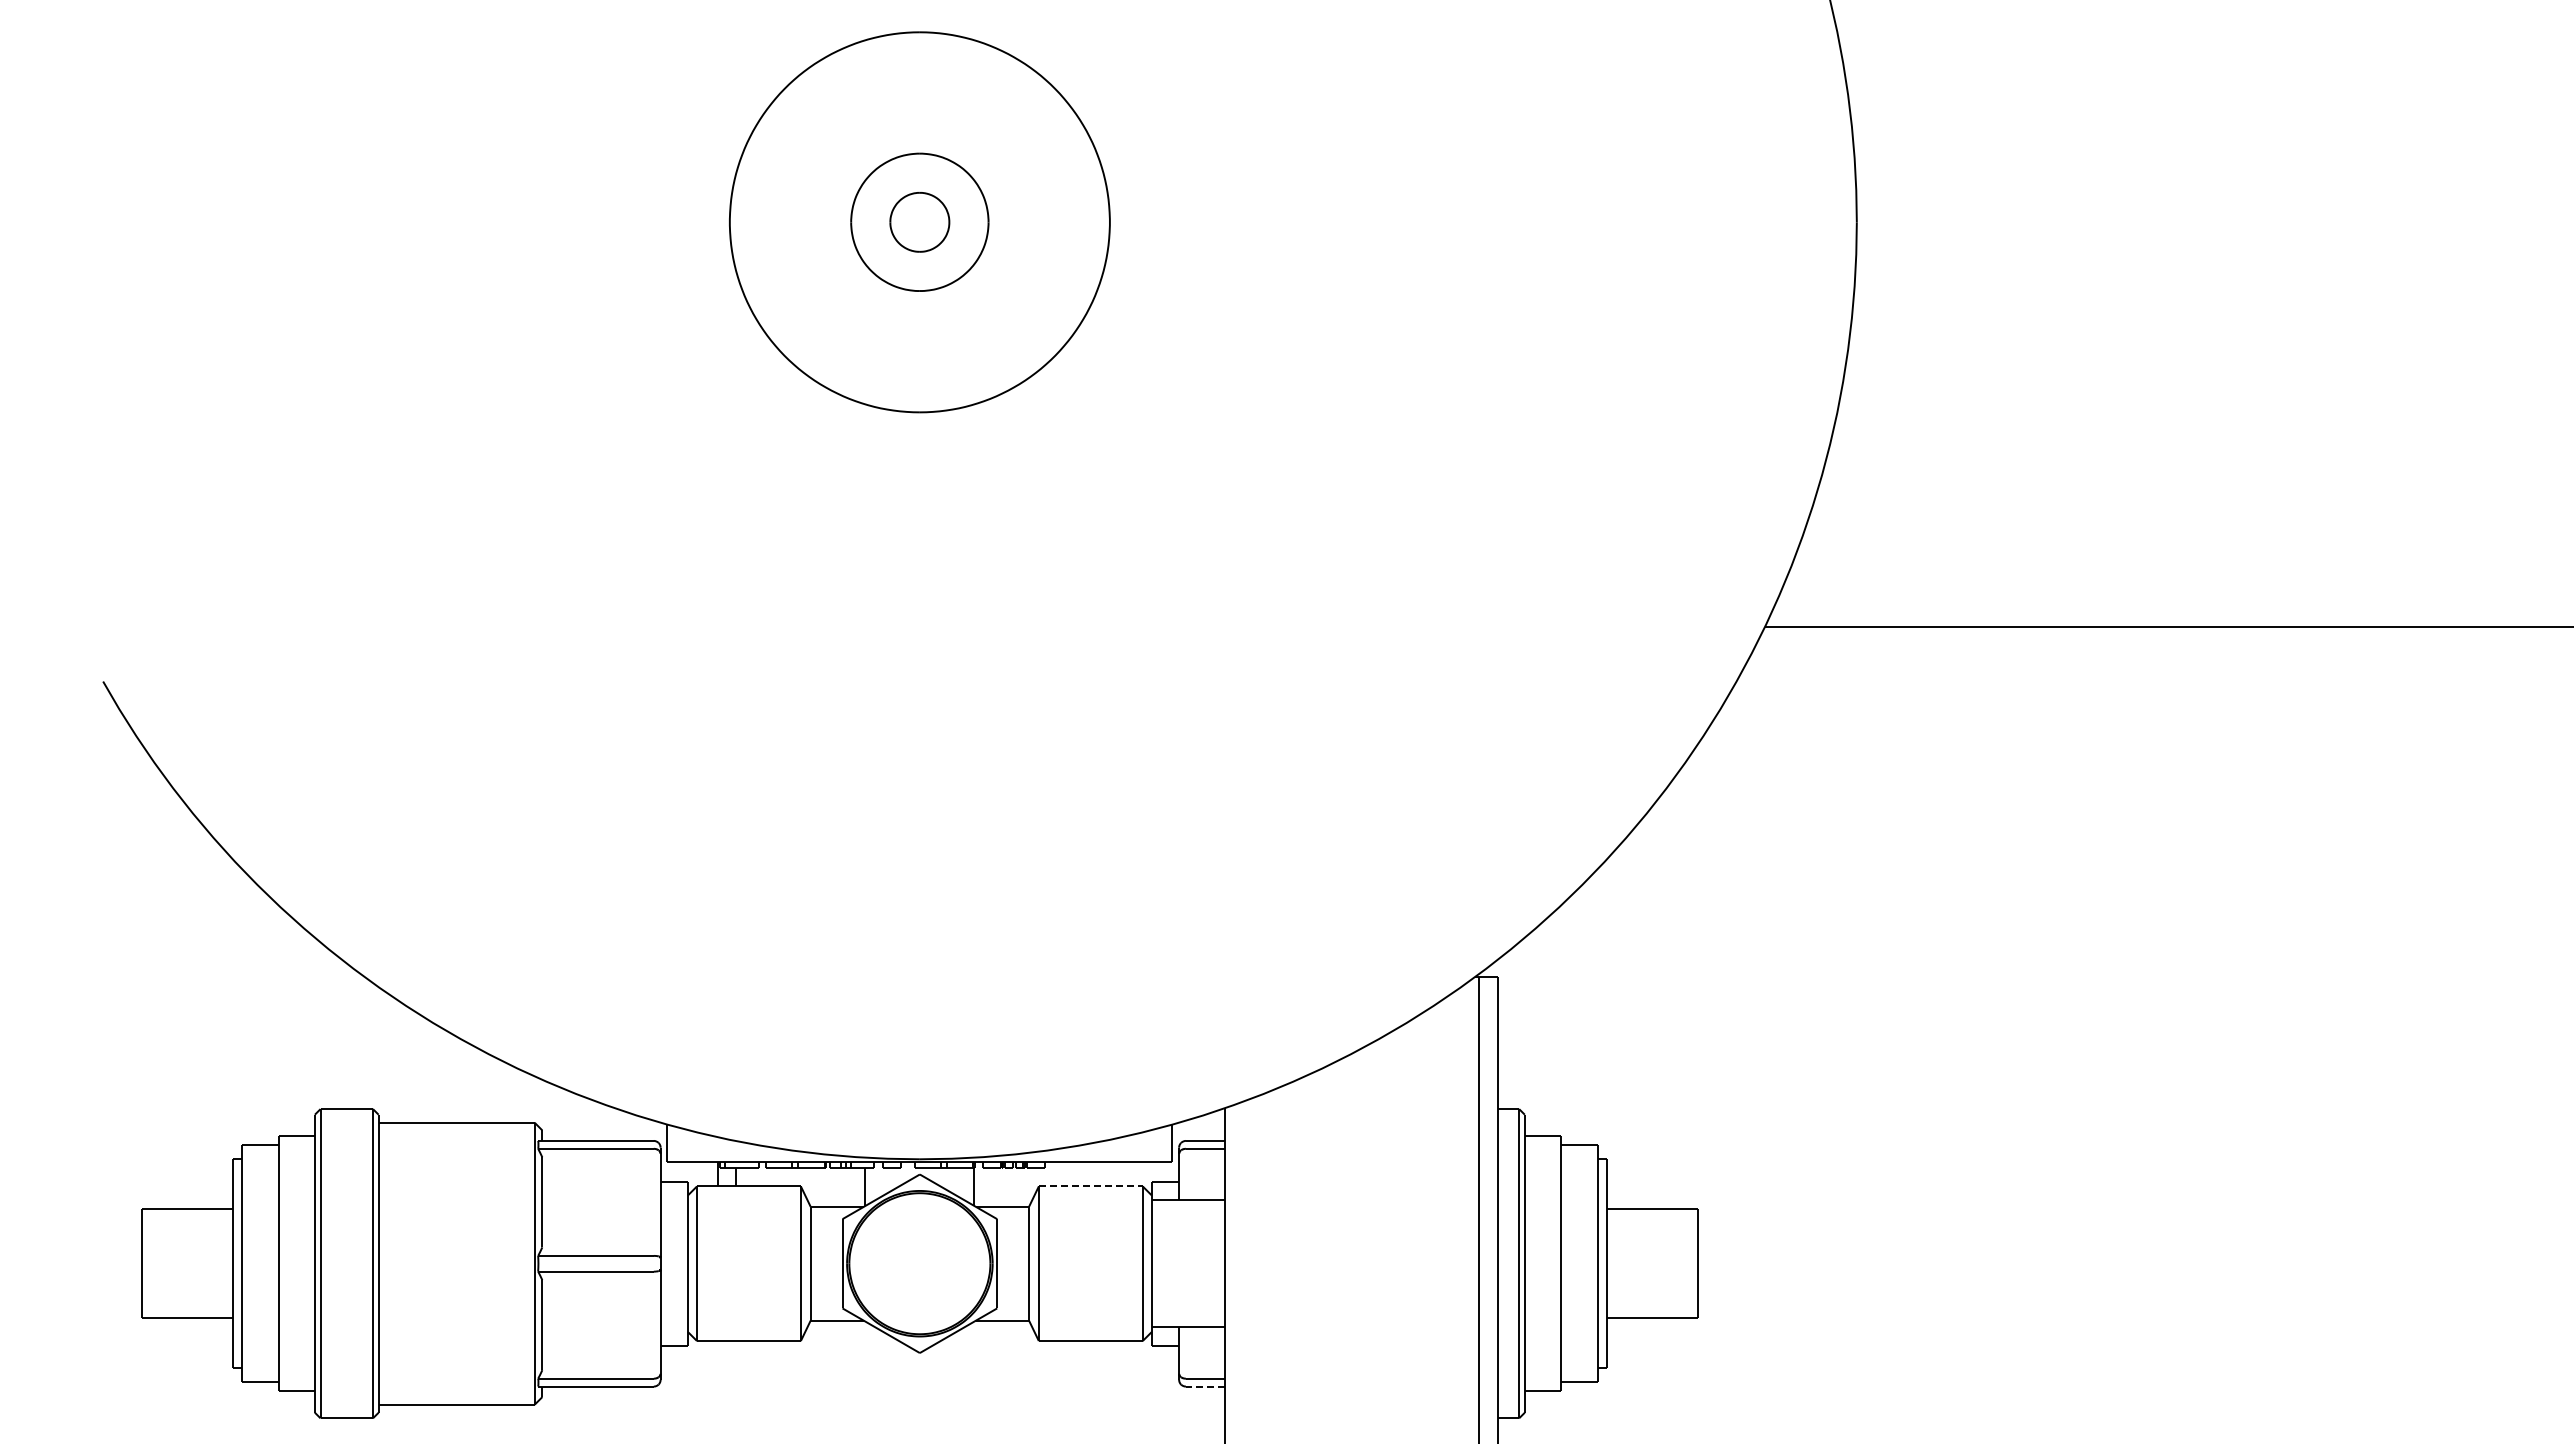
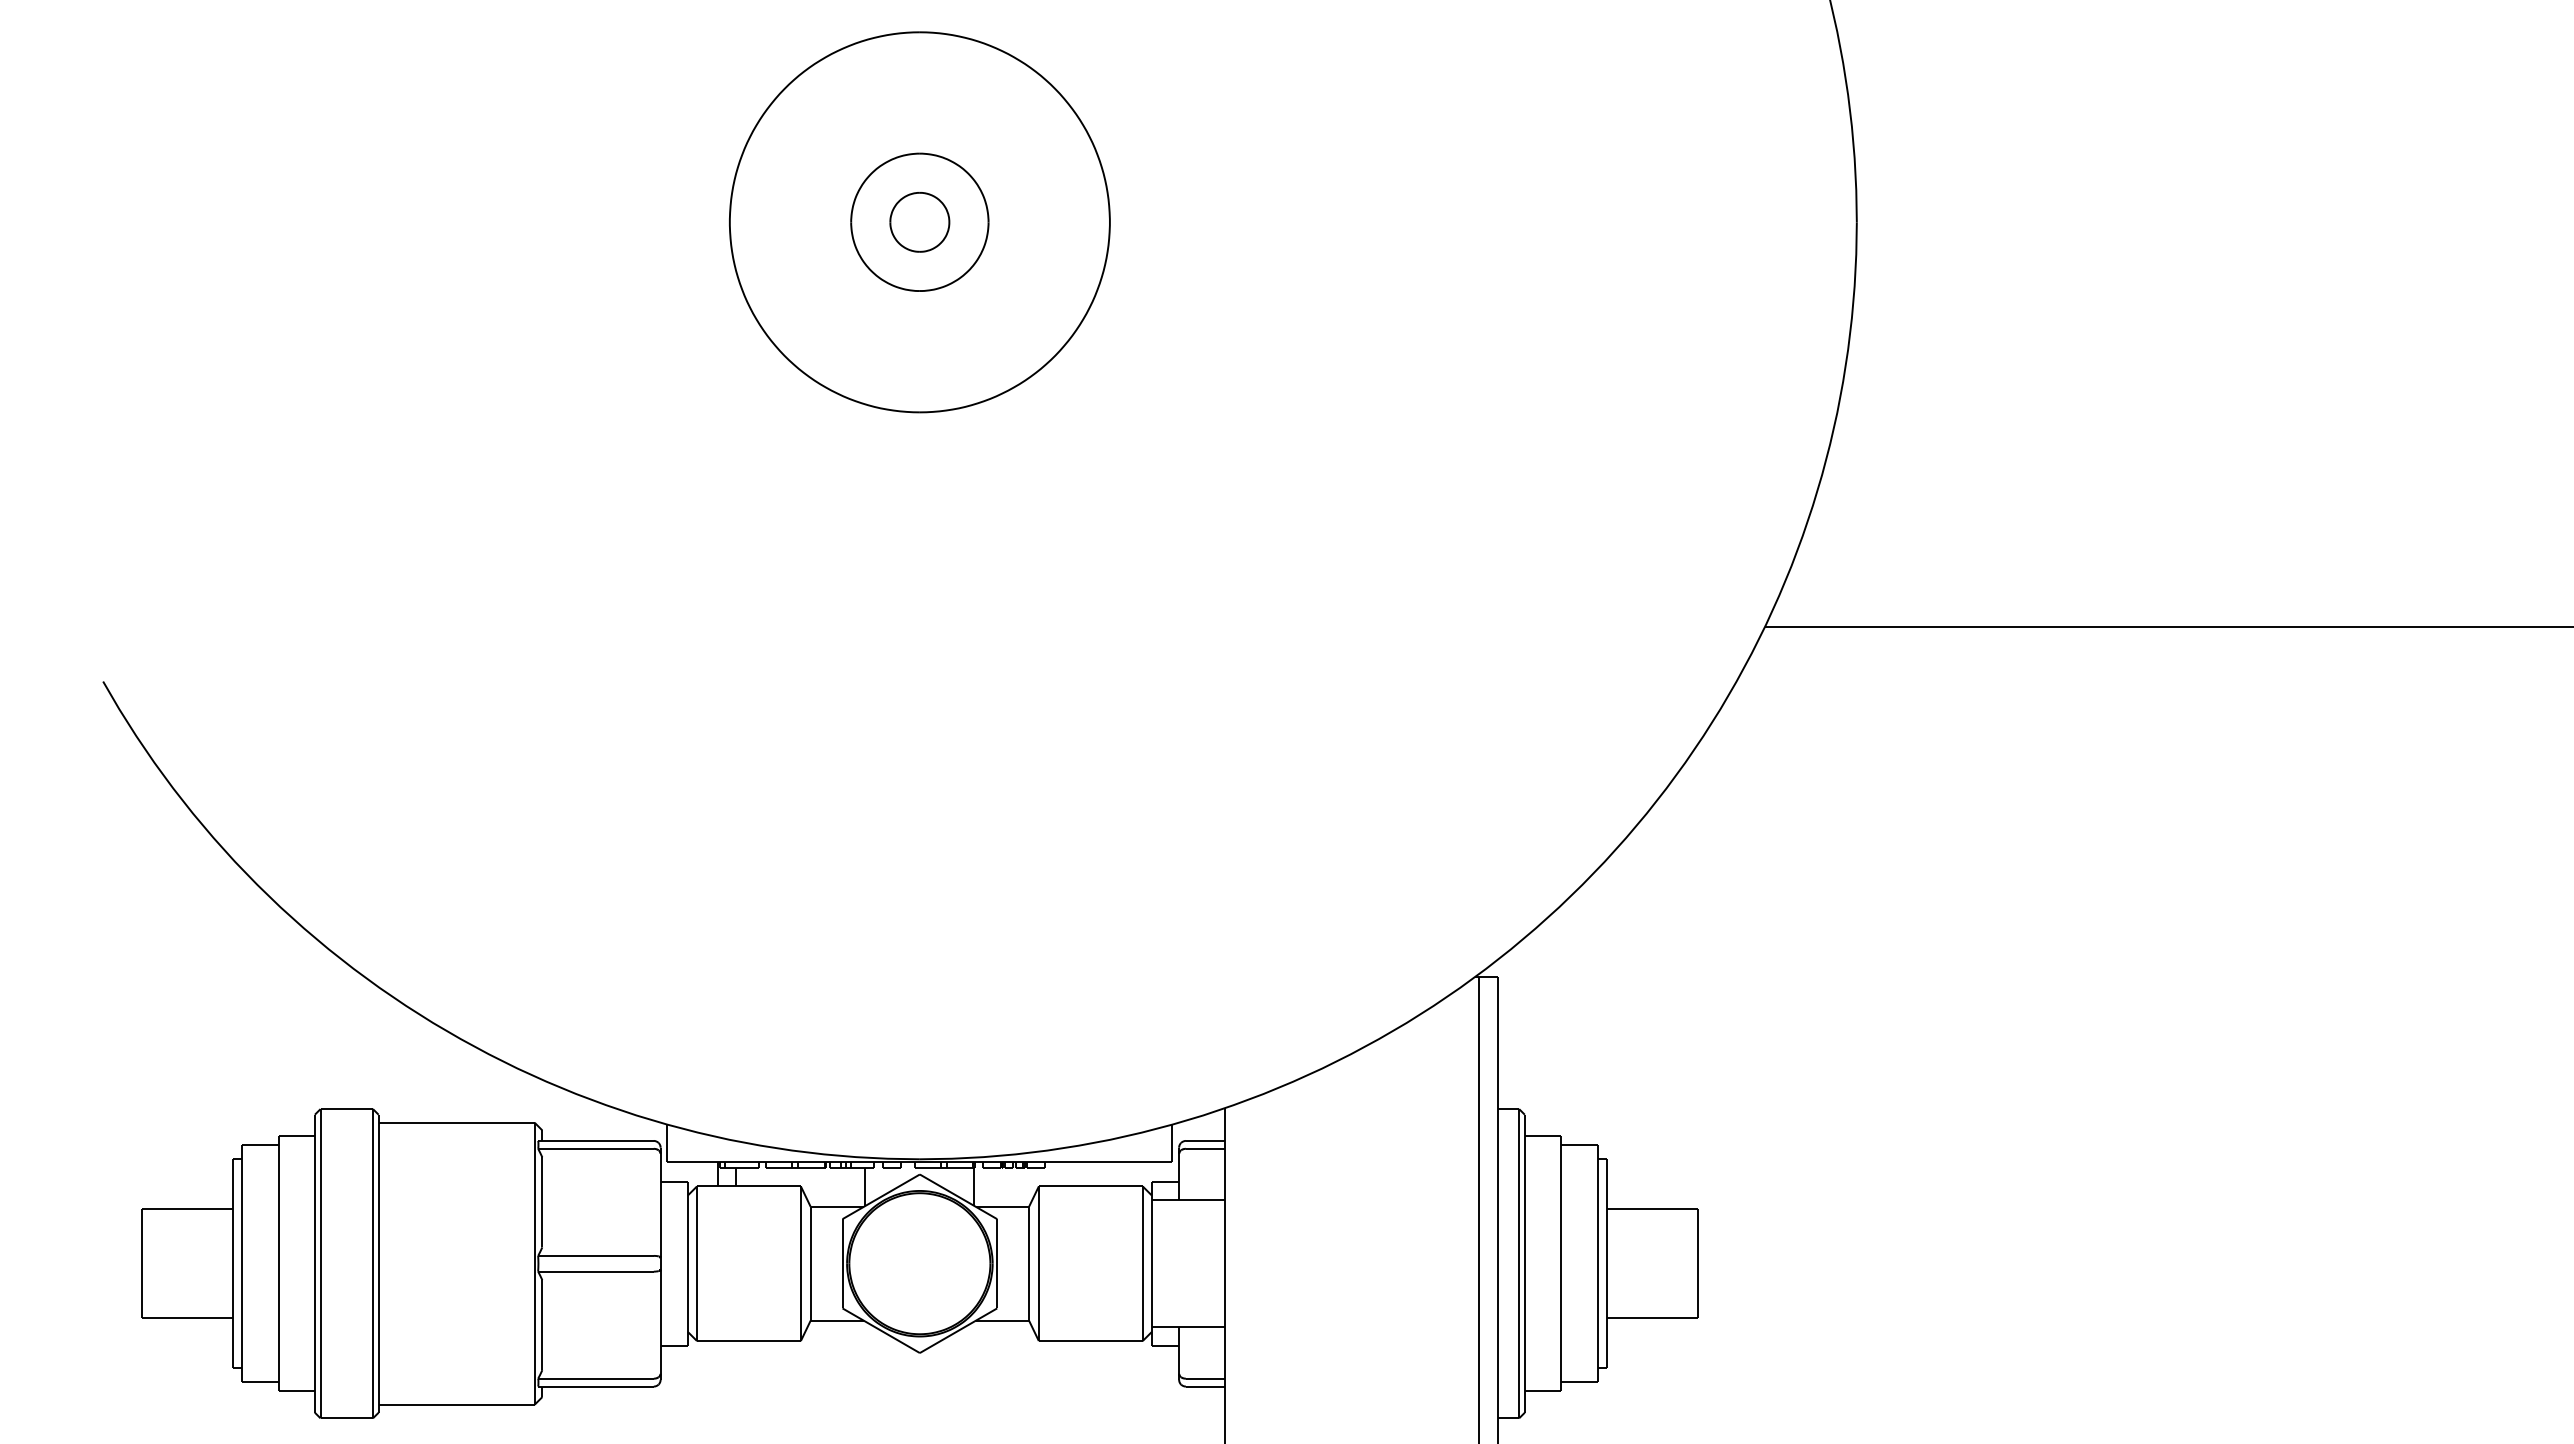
line at (1090, 1186): dashed -> solid
line at (1204, 1386): dashed -> solid
